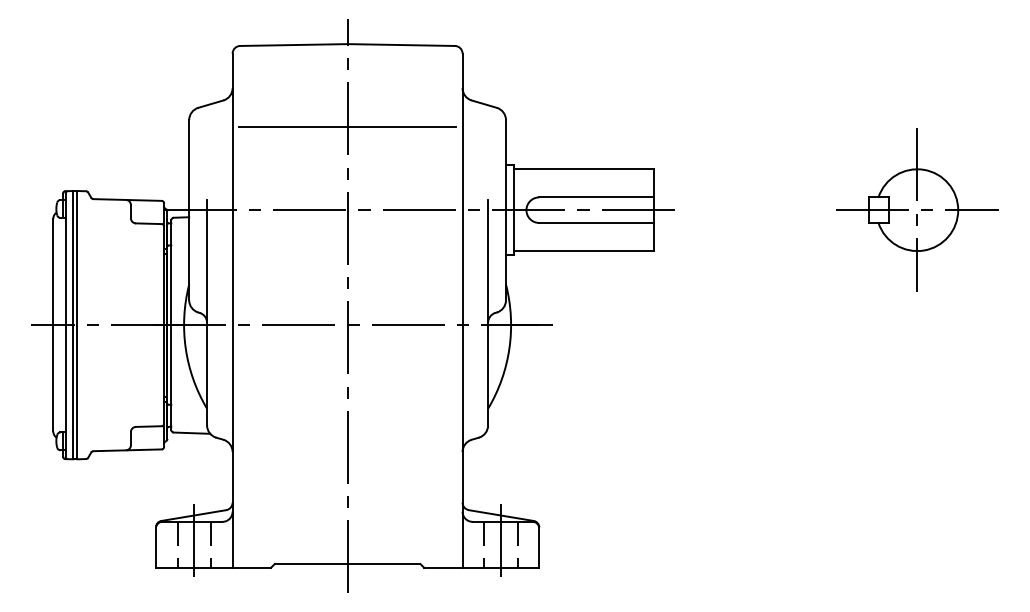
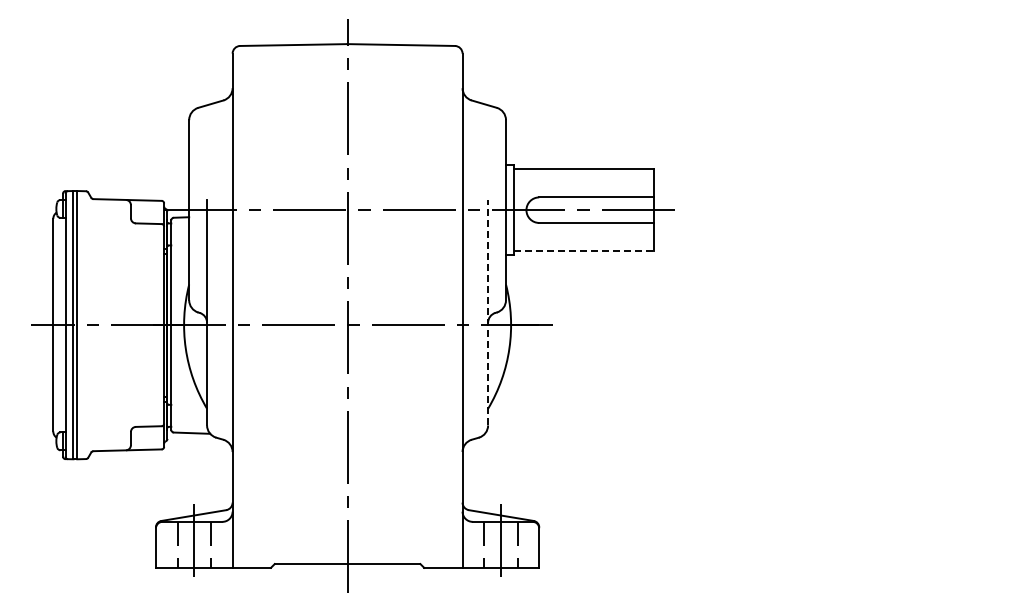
line at (347, 127): present -> none
part at (917, 209): present -> none
line at (584, 251): solid -> dashed
line at (488, 312): solid -> dashed
